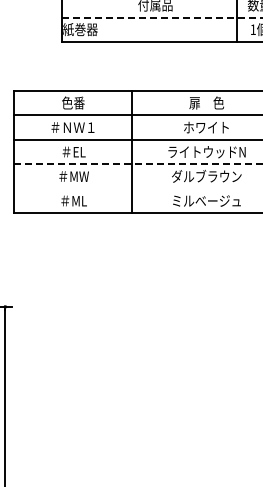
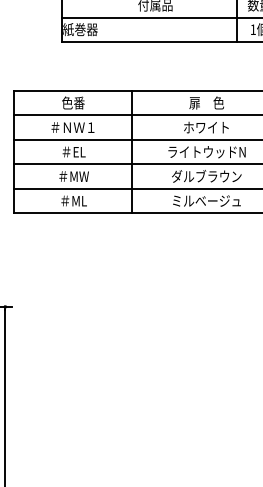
line at (162, 17): dashed -> solid
line at (138, 164): dashed -> solid
line at (136, 188): none -> present
